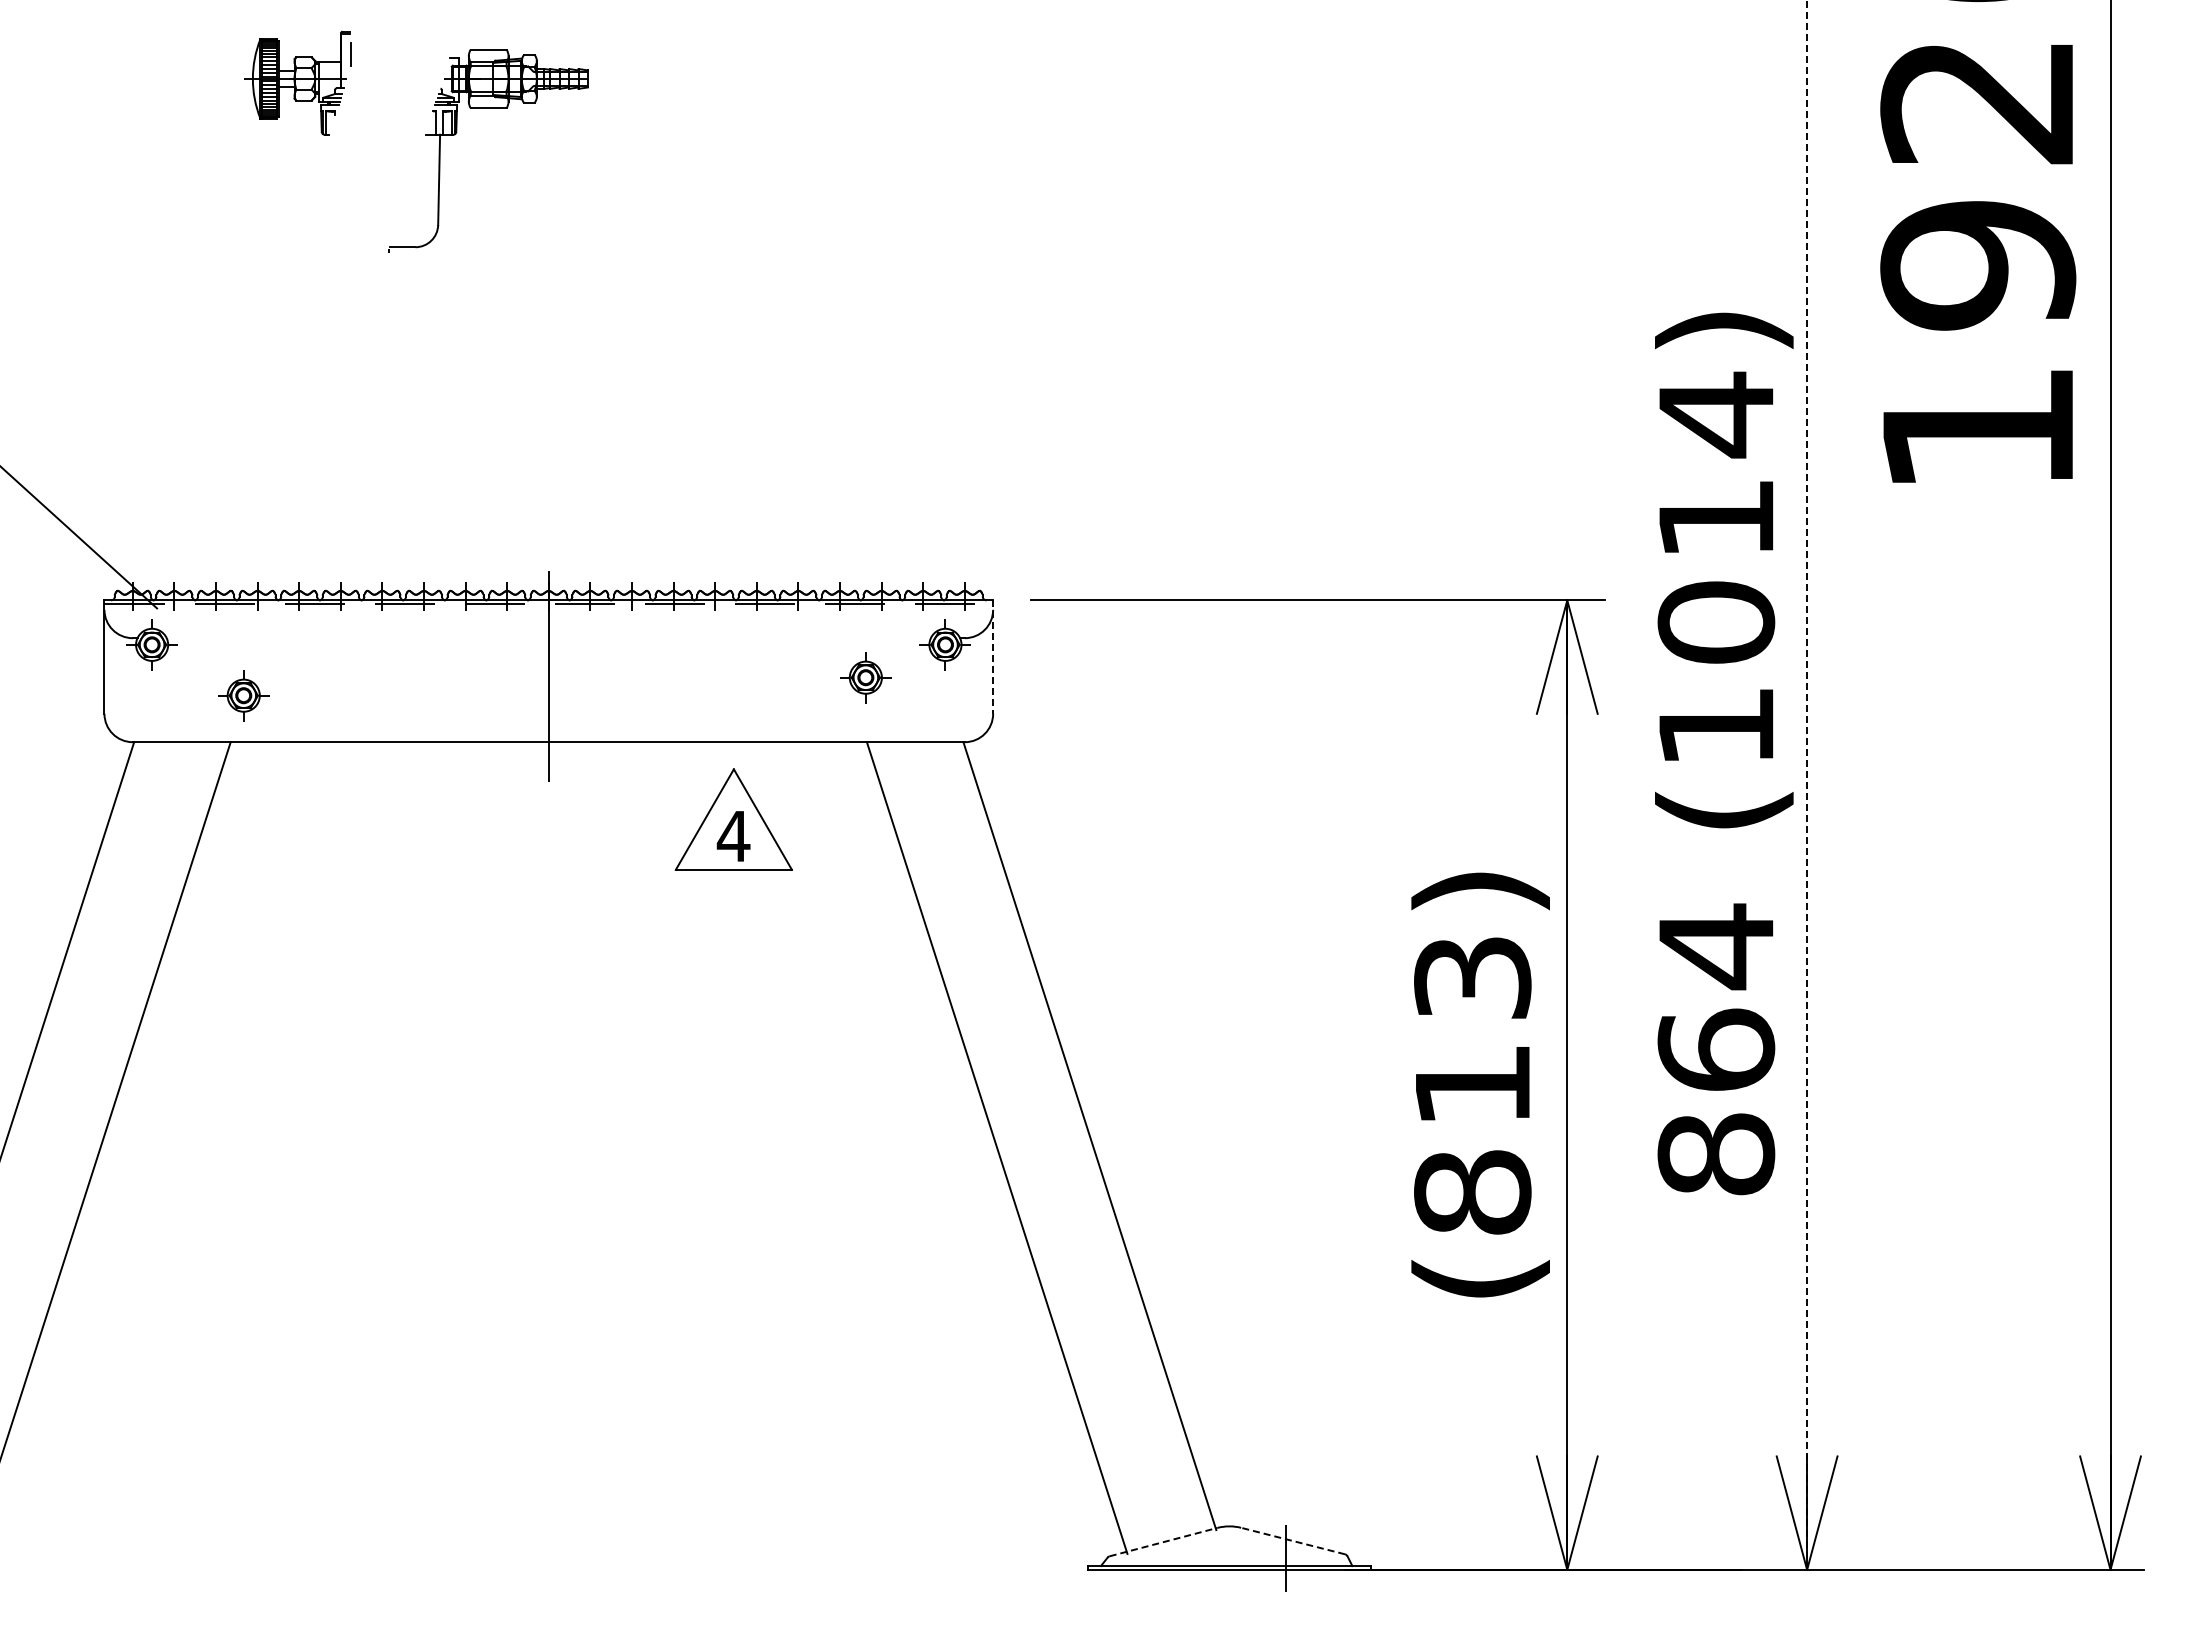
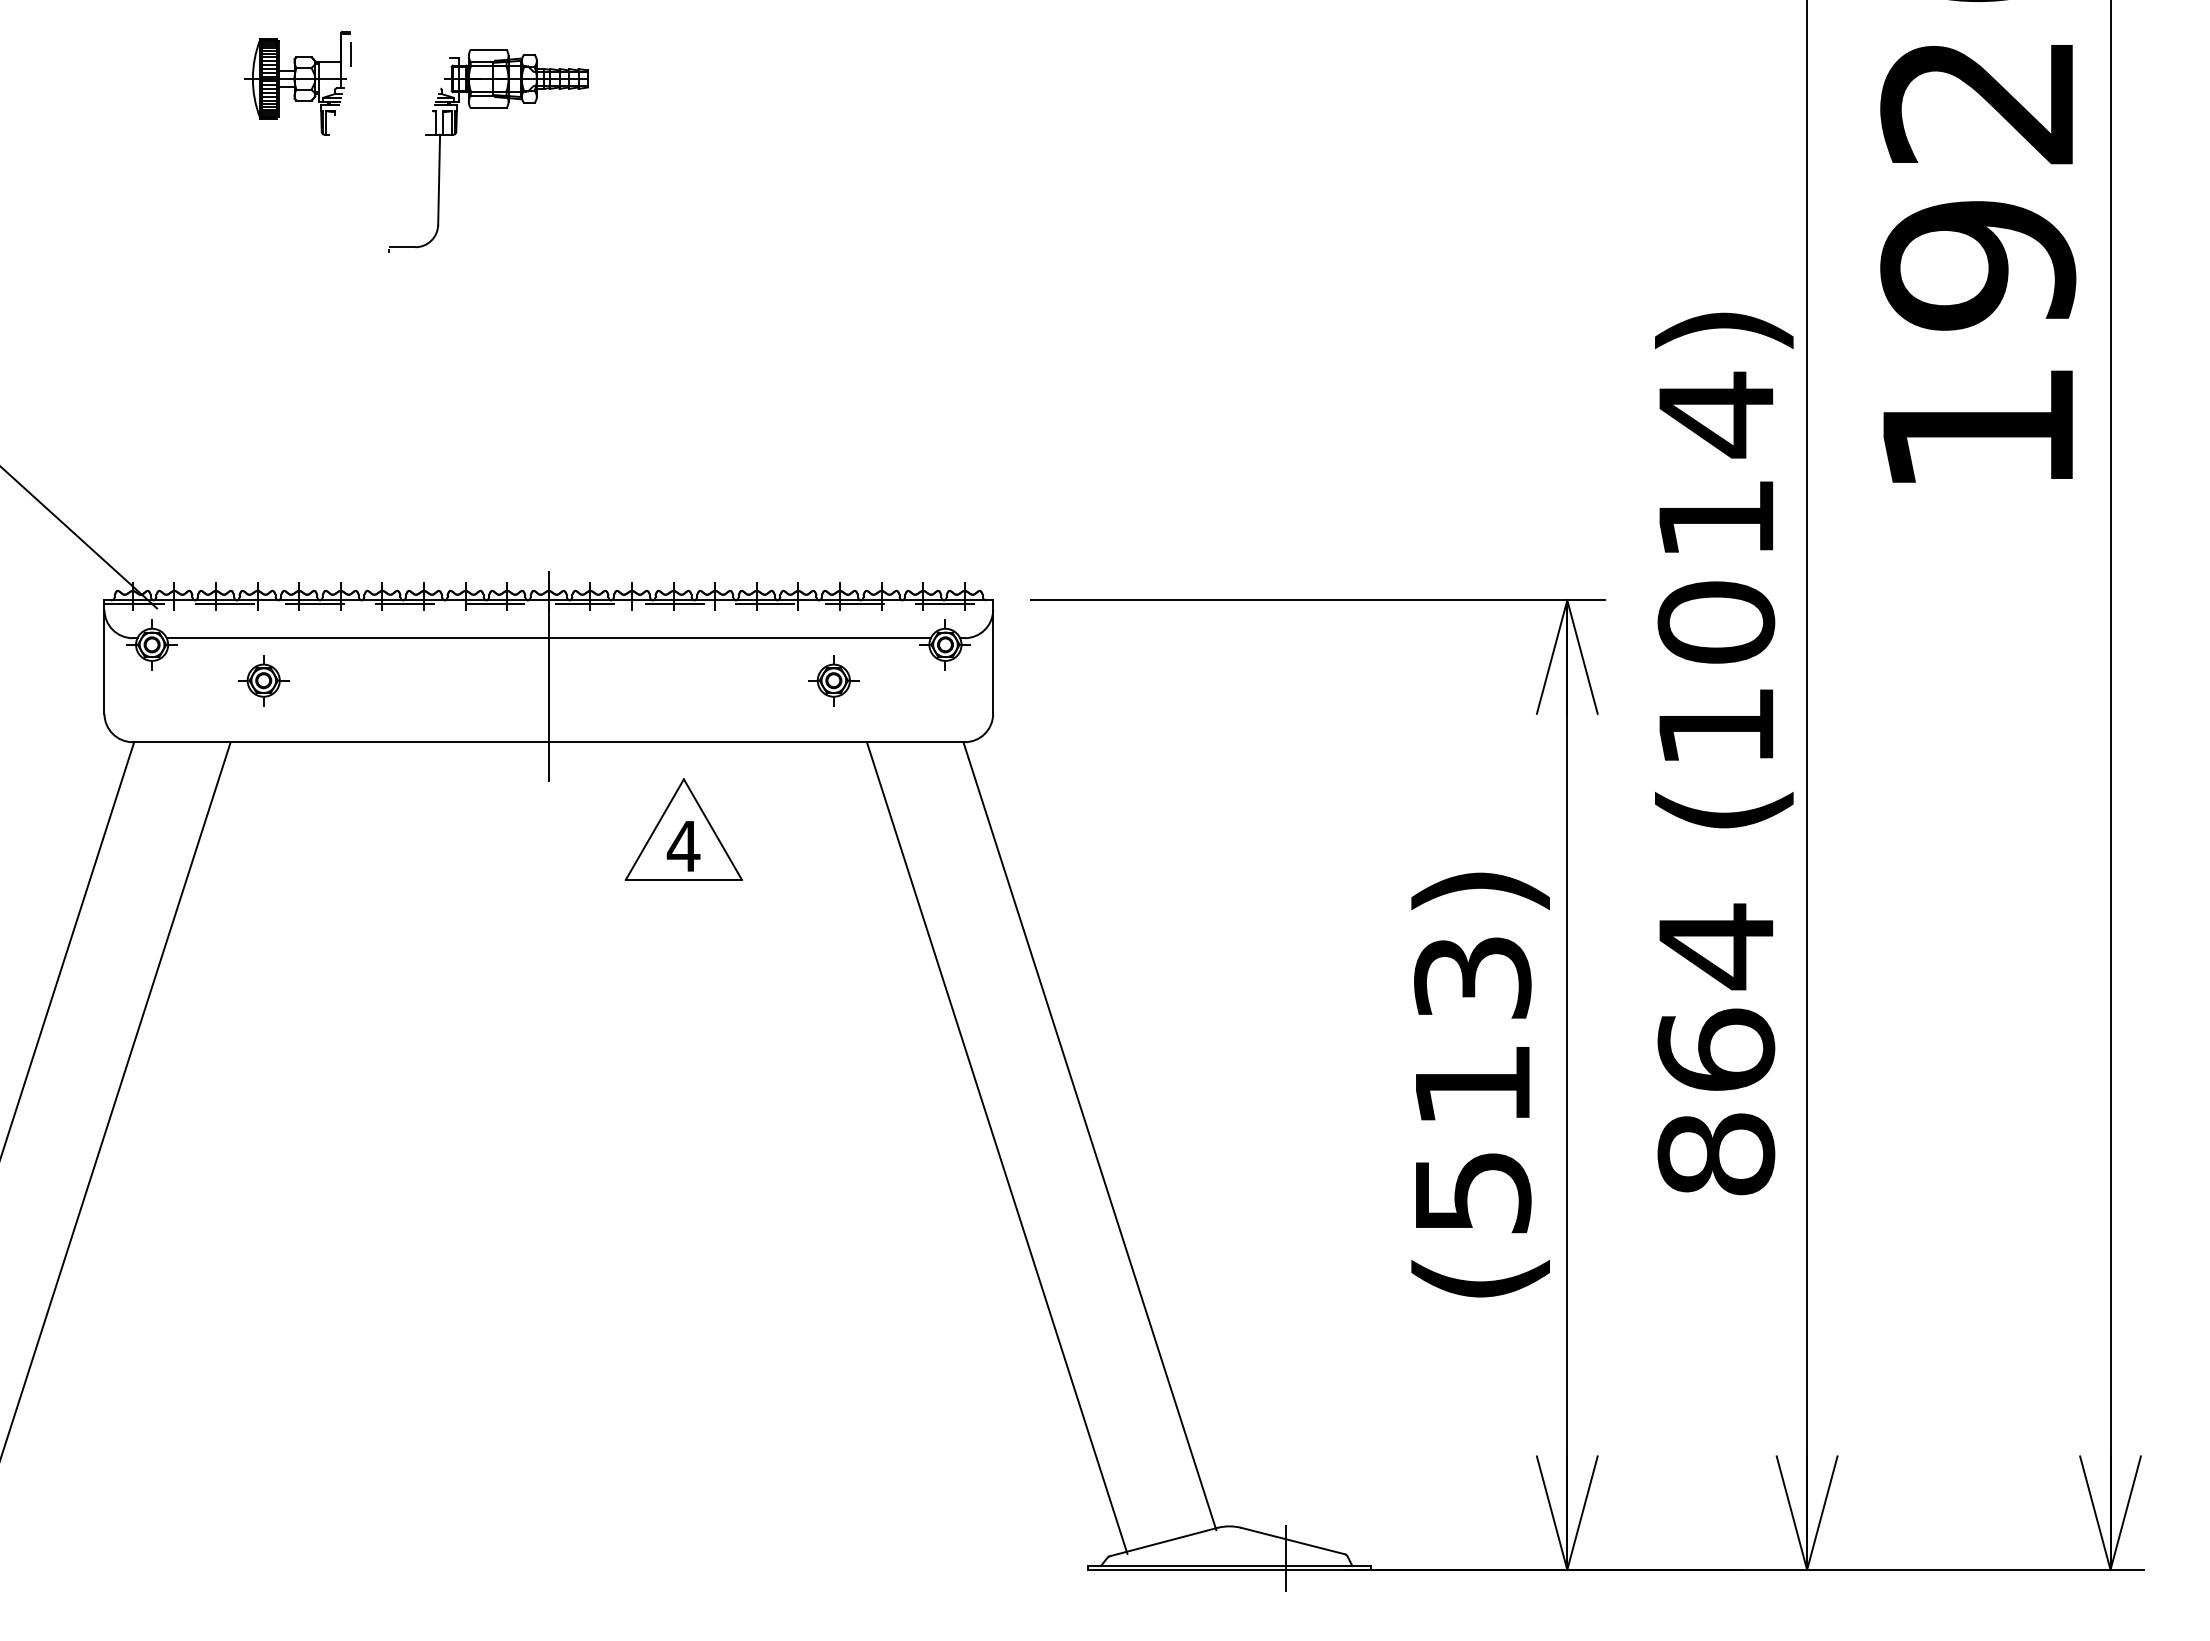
line at (548, 638): none -> present
line at (993, 657): dashed -> solid
part at (865, 677) position: (865, 677) -> (833, 680)
part at (243, 695) position: (243, 695) -> (263, 680)
line at (1807, 785): dashed -> solid
part at (733, 819) position: (733, 819) -> (683, 829)
text at (1472, 1192): (813) -> (513)
line at (1293, 1541): dashed -> solid
line at (1163, 1542): dashed -> solid
